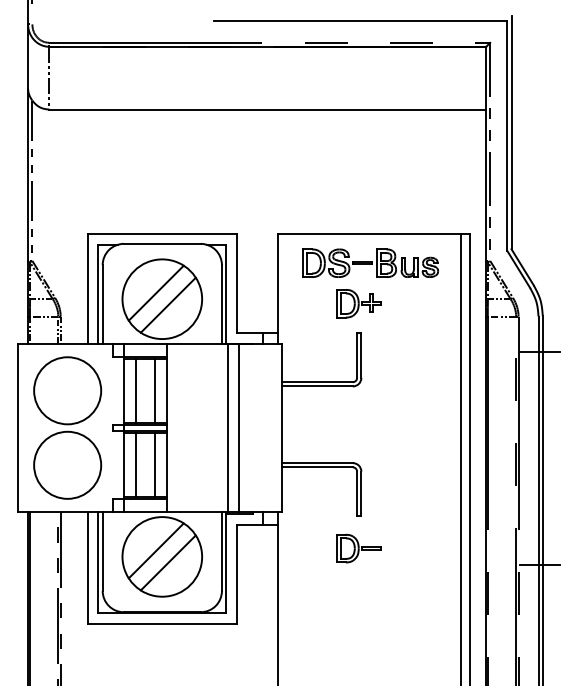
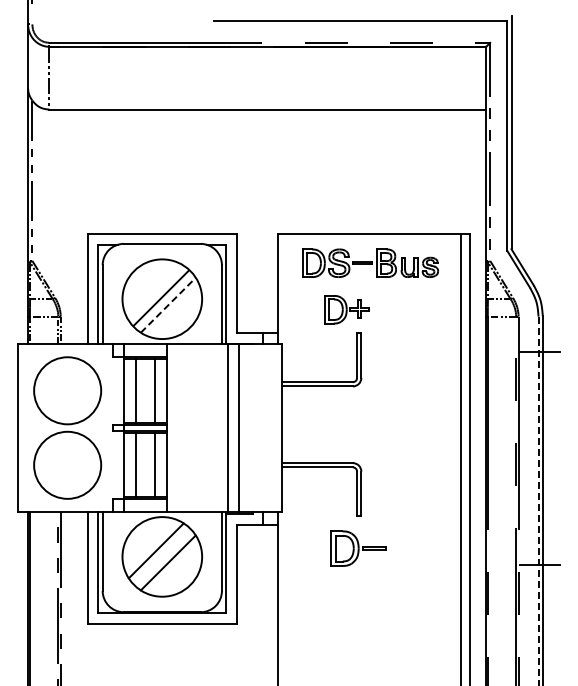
line at (155, 292) position: (155, 292) -> (160, 297)
part at (358, 303) position: (358, 303) -> (346, 309)
line at (168, 305): solid -> dashed
line at (538, 501): solid -> dashed
part at (358, 548) size: 46x31 px -> 57x37 px
